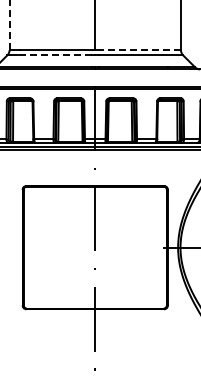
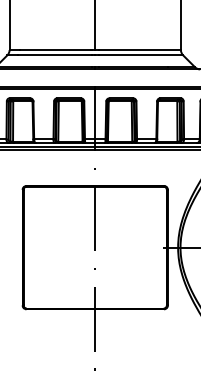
line at (9, 25): dashed -> solid
line at (140, 50): dashed -> solid
line at (54, 55): dashed -> solid
